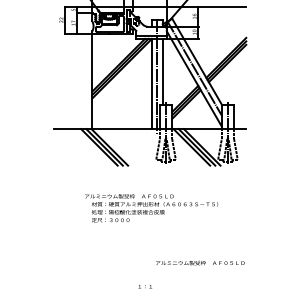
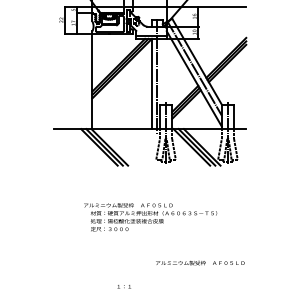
line at (162, 71): present -> none
text at (151, 208) position: (151, 208) -> (150, 217)
text at (144, 286) position: (144, 286) -> (123, 286)
